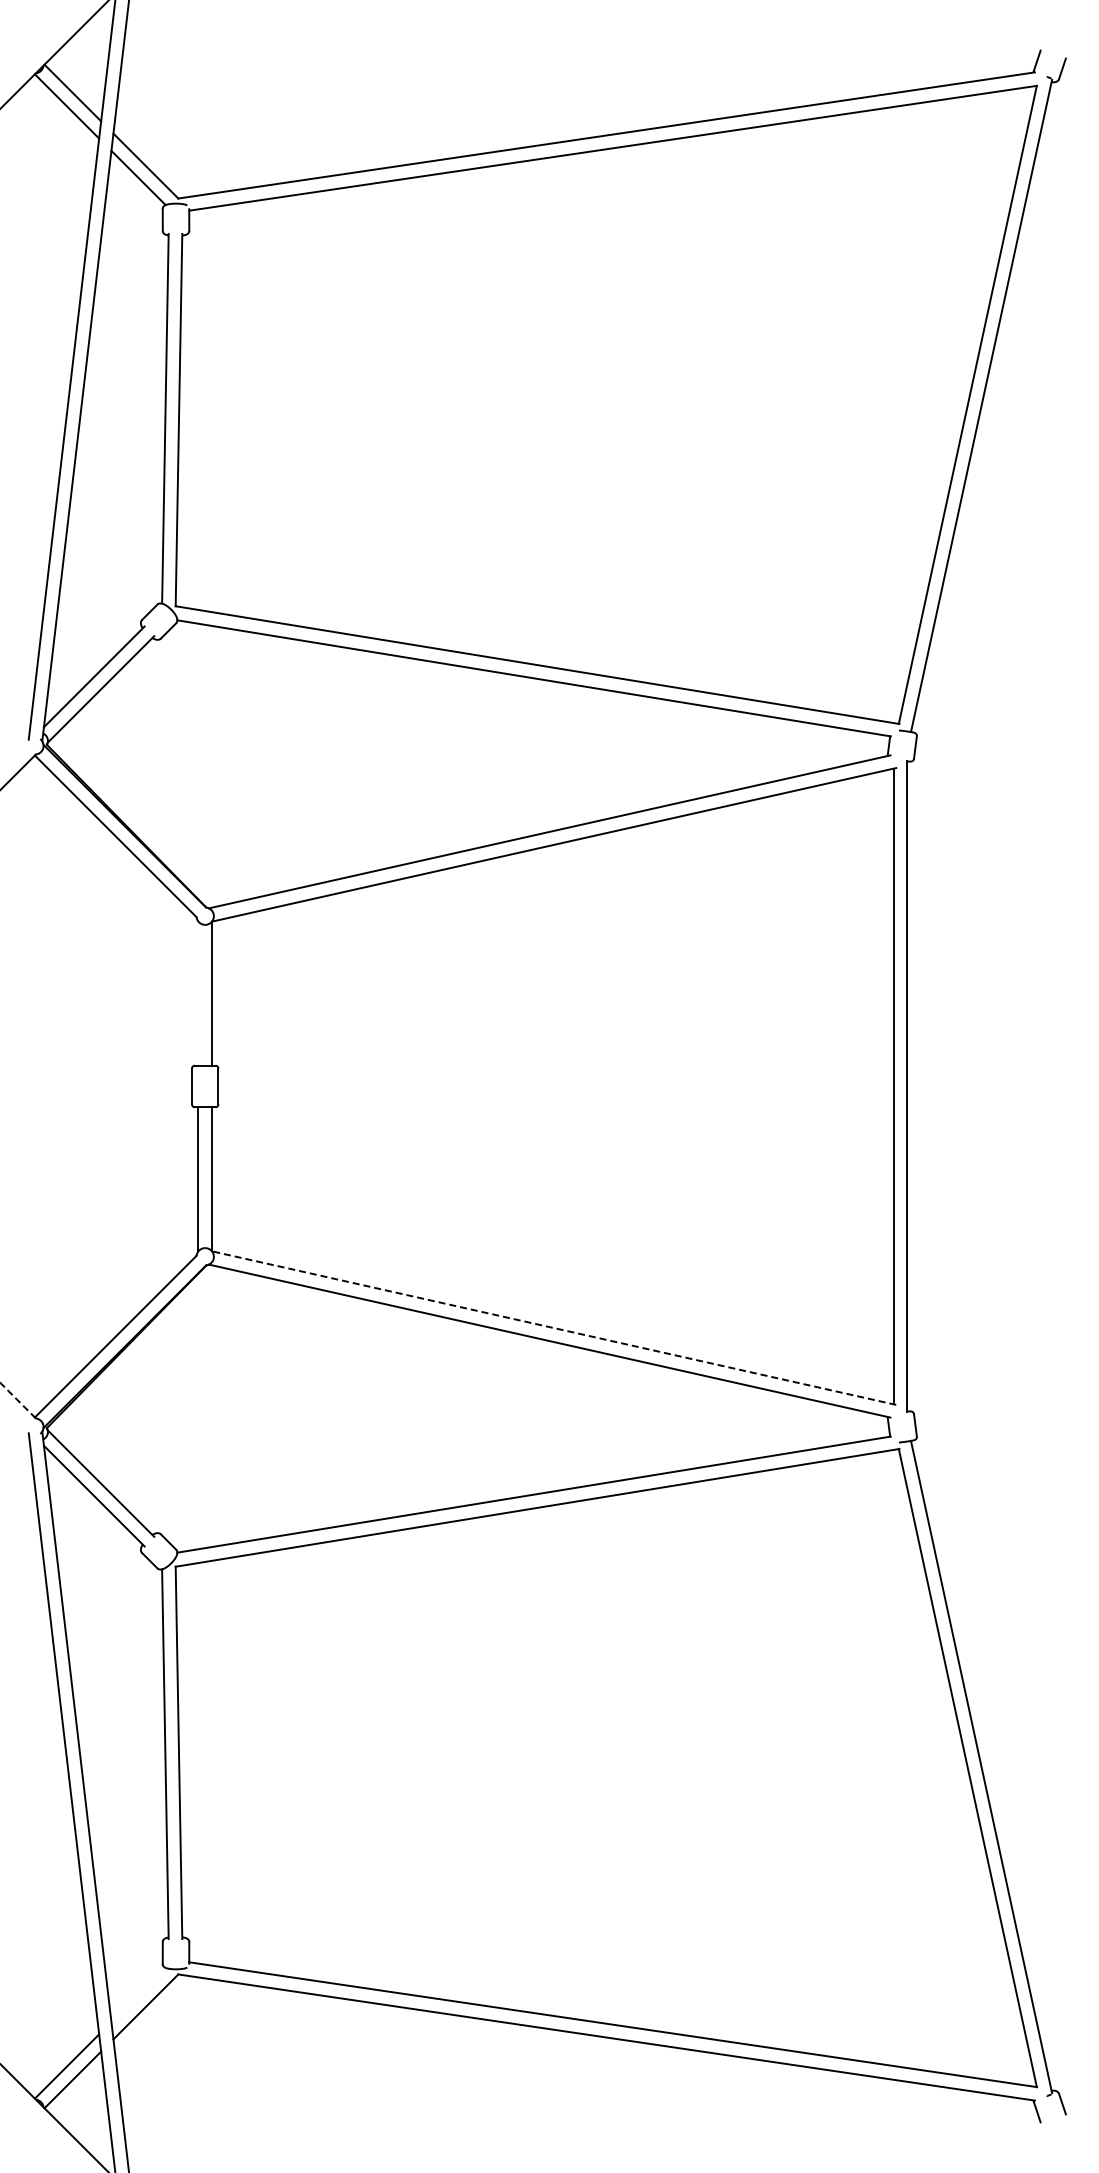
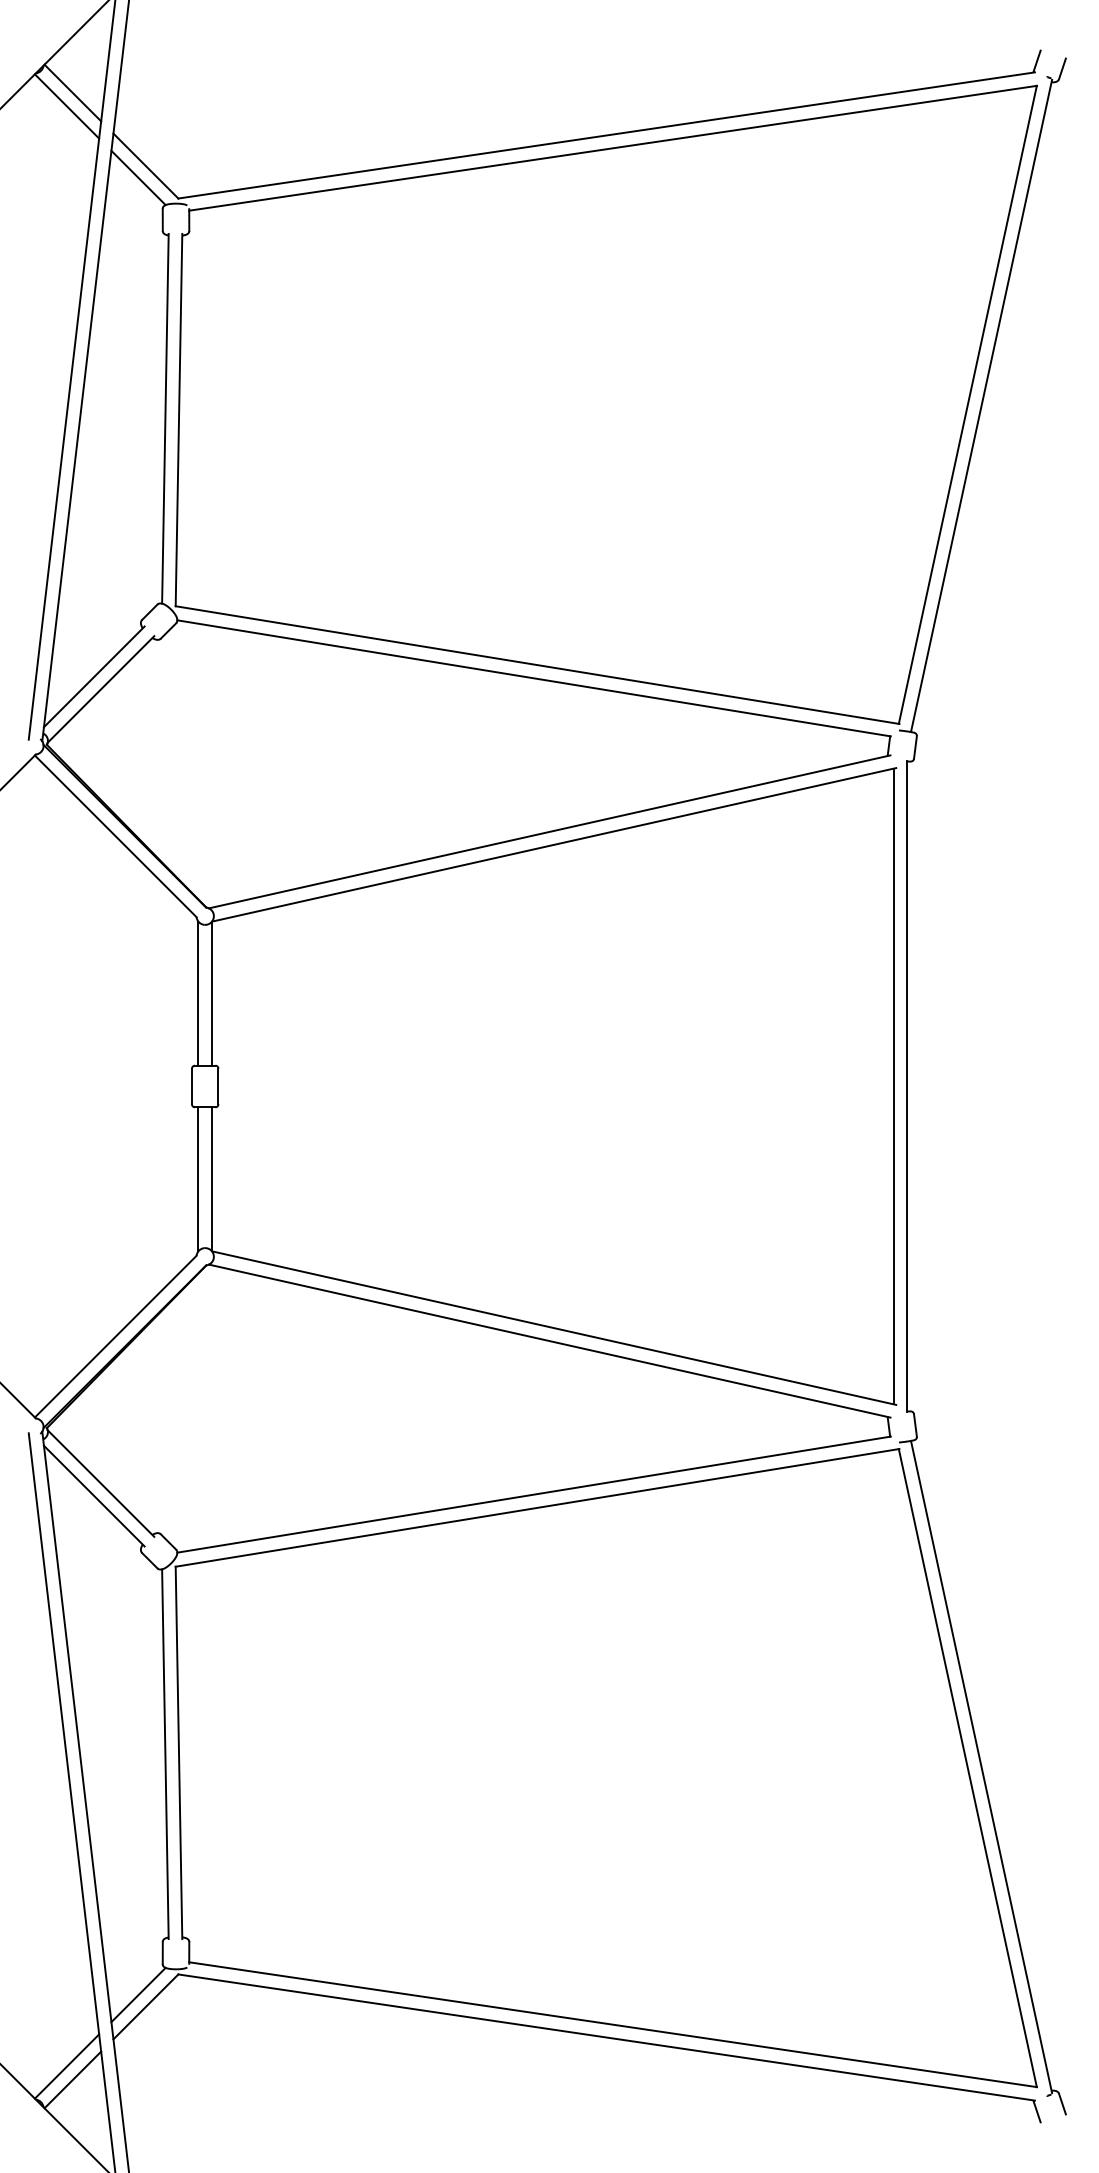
line at (198, 993): none -> present
line at (554, 1328): dashed -> solid
line at (18, 1400): dashed -> solid
line at (138, 1994): none -> present
